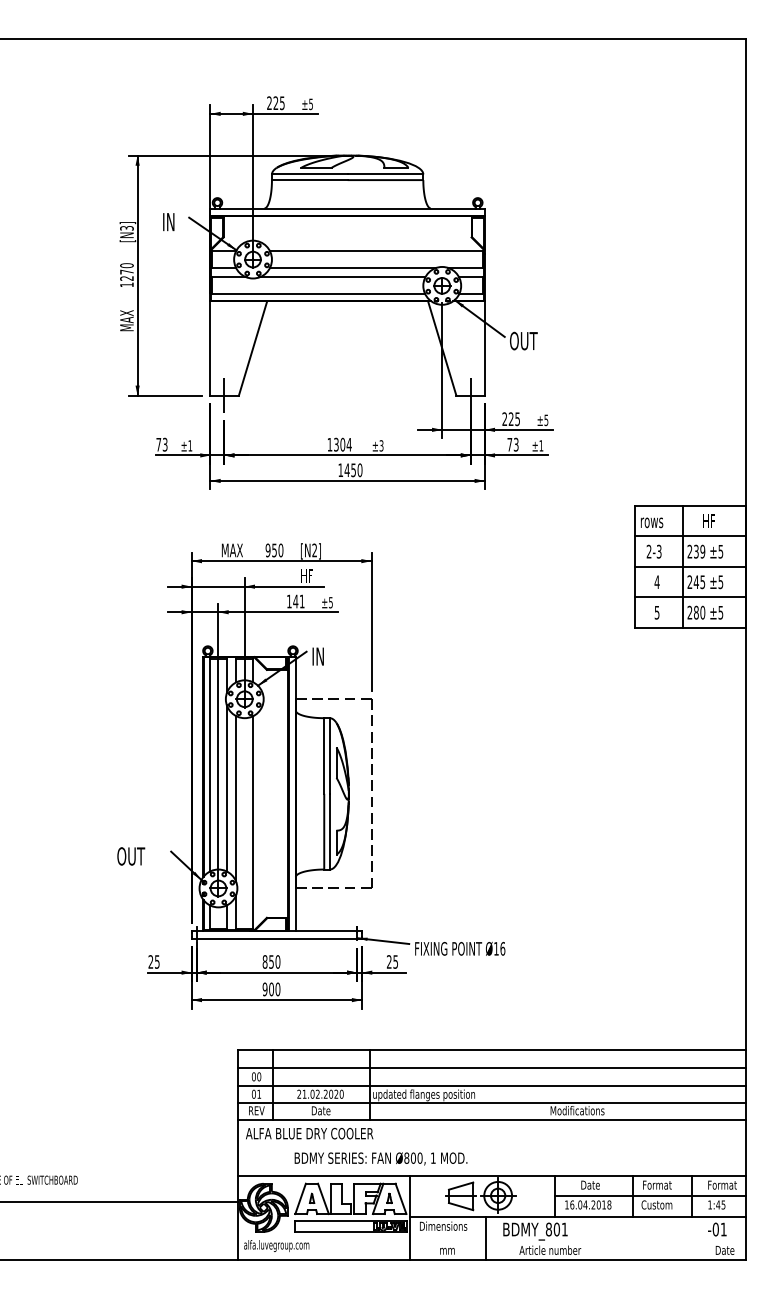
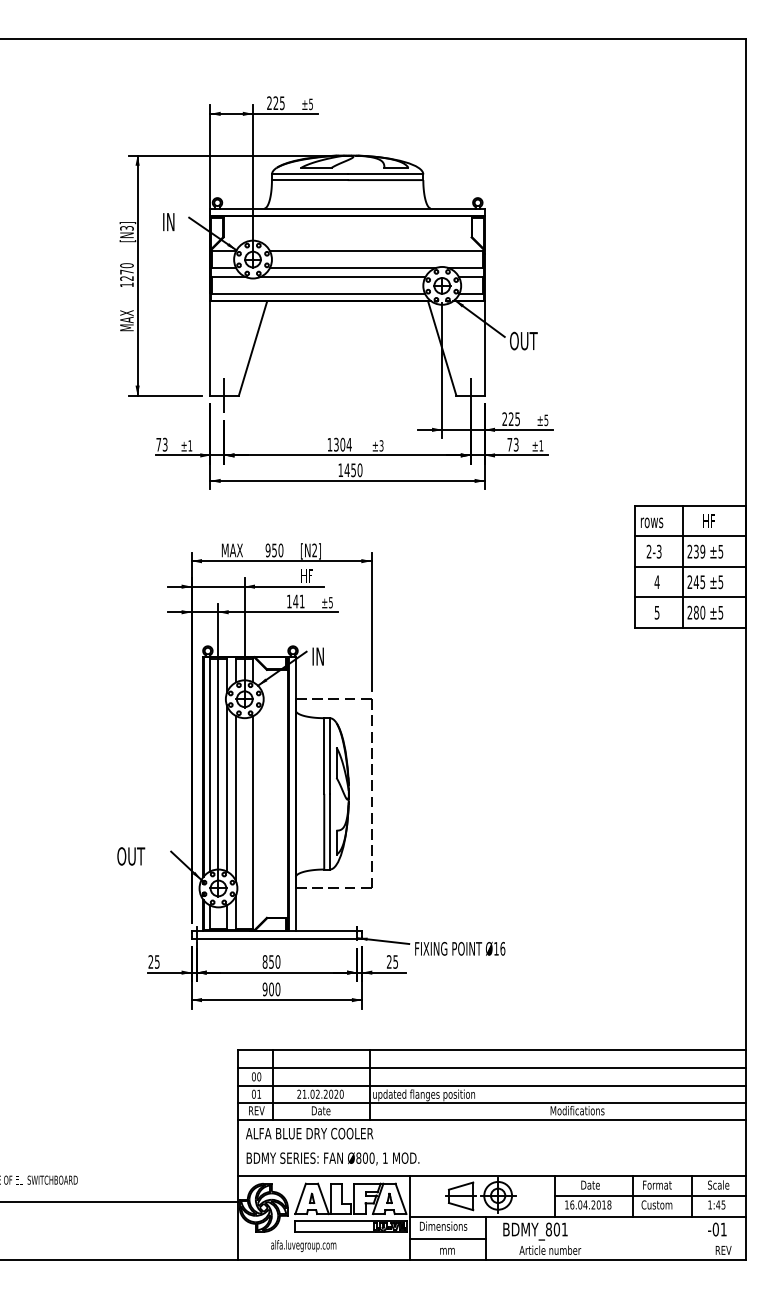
text at (380, 1158) position: (380, 1158) -> (332, 1158)
text at (722, 1184): Format -> Scale
line at (447, 1239): none -> present
text at (276, 1245) position: (276, 1245) -> (303, 1245)
text at (725, 1249): Date -> REV
